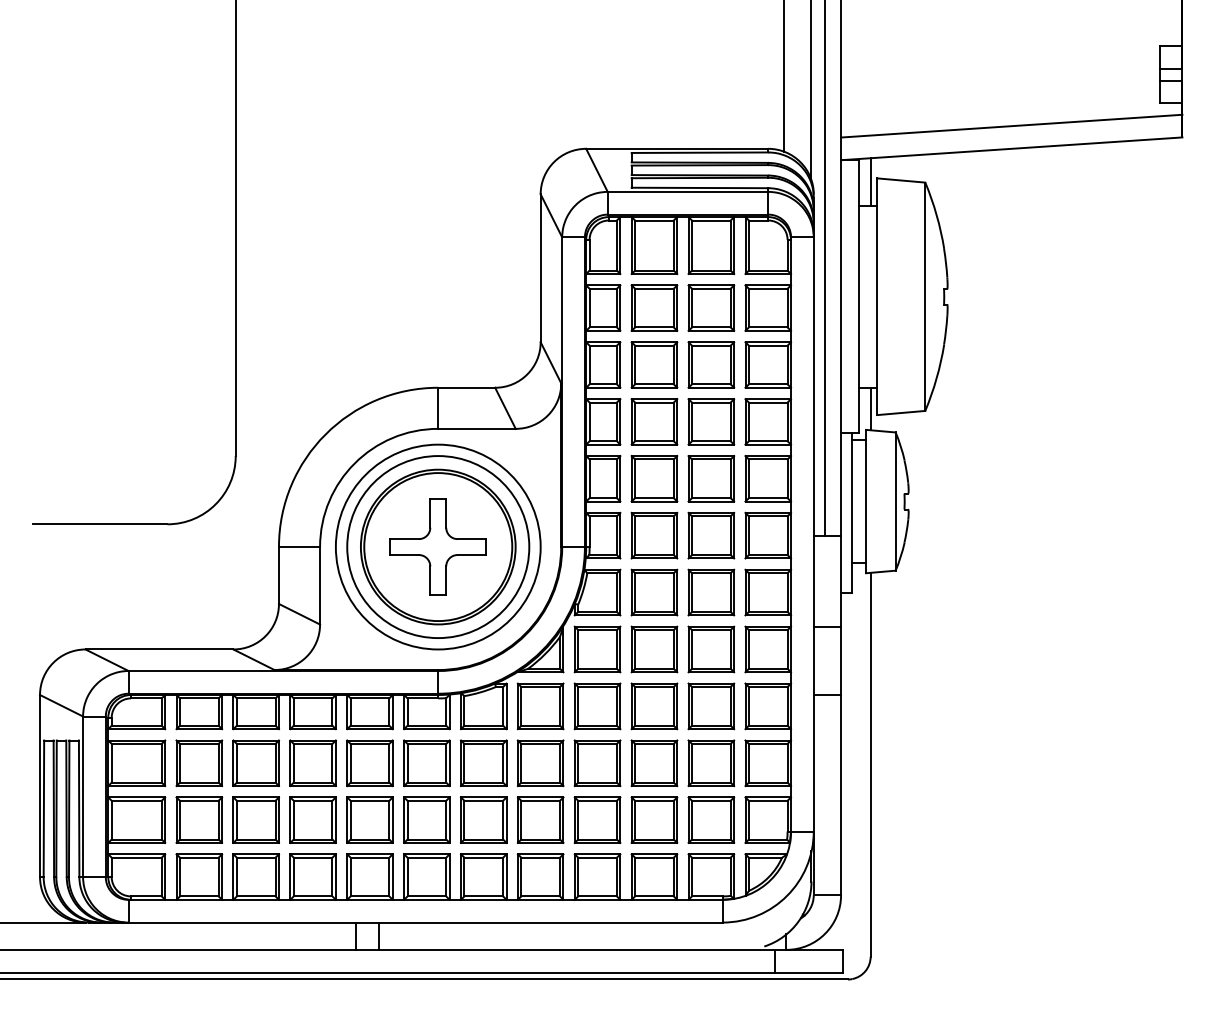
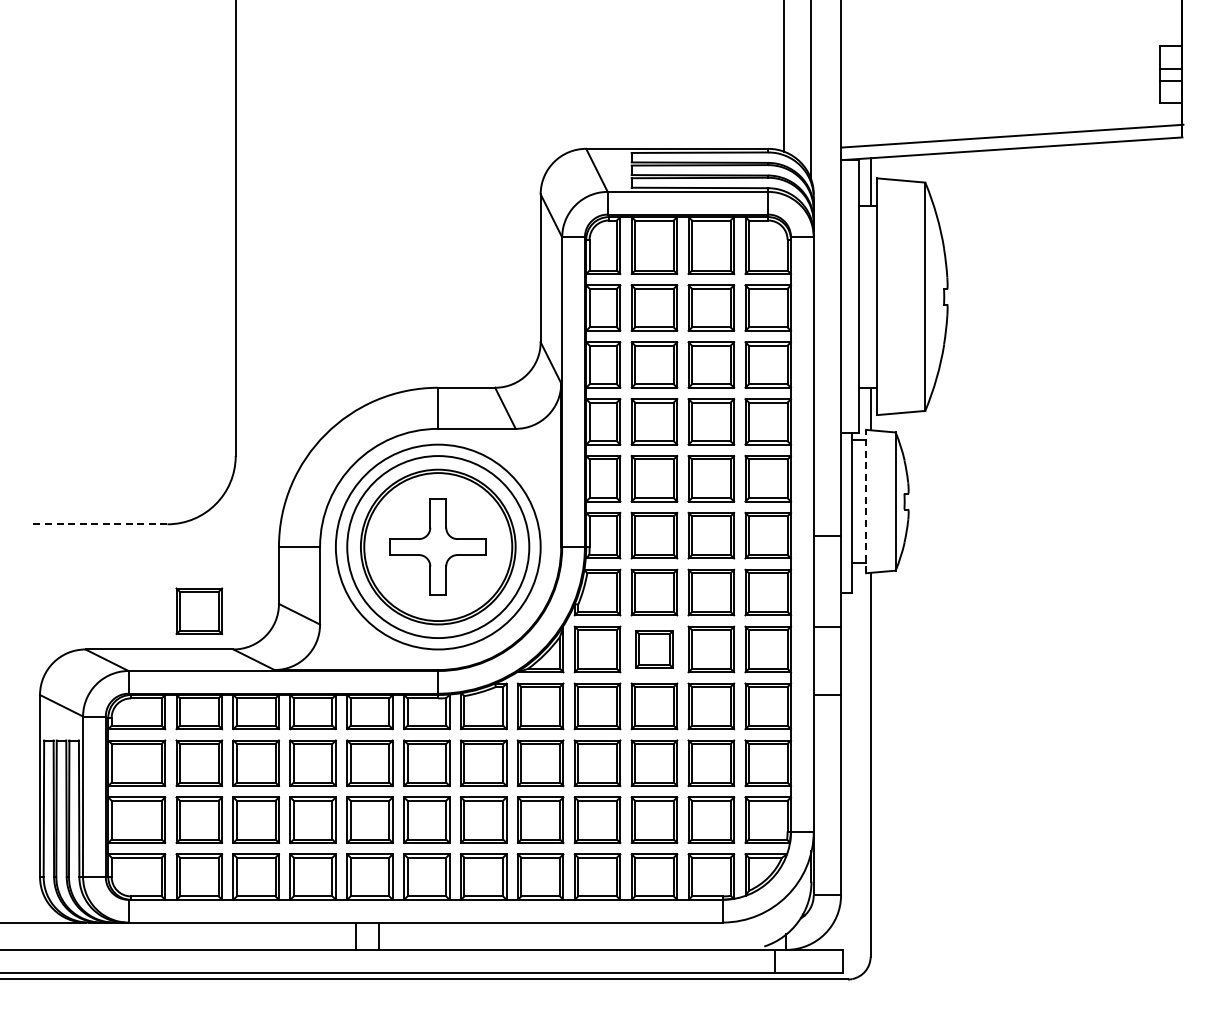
line at (1011, 125) position: (1011, 125) -> (1012, 135)
line at (825, 268): present -> none
line at (866, 501): solid -> dashed
line at (99, 524): solid -> dashed
part at (199, 611): none -> present
part at (654, 649) size: 49x49 px -> 39x39 px
